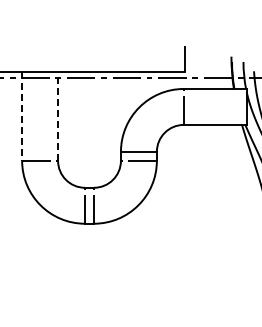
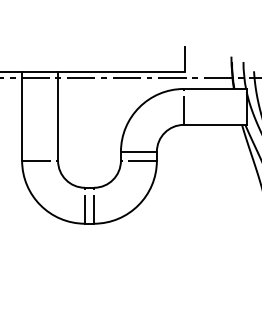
line at (22, 116): dashed -> solid
line at (58, 116): dashed -> solid
